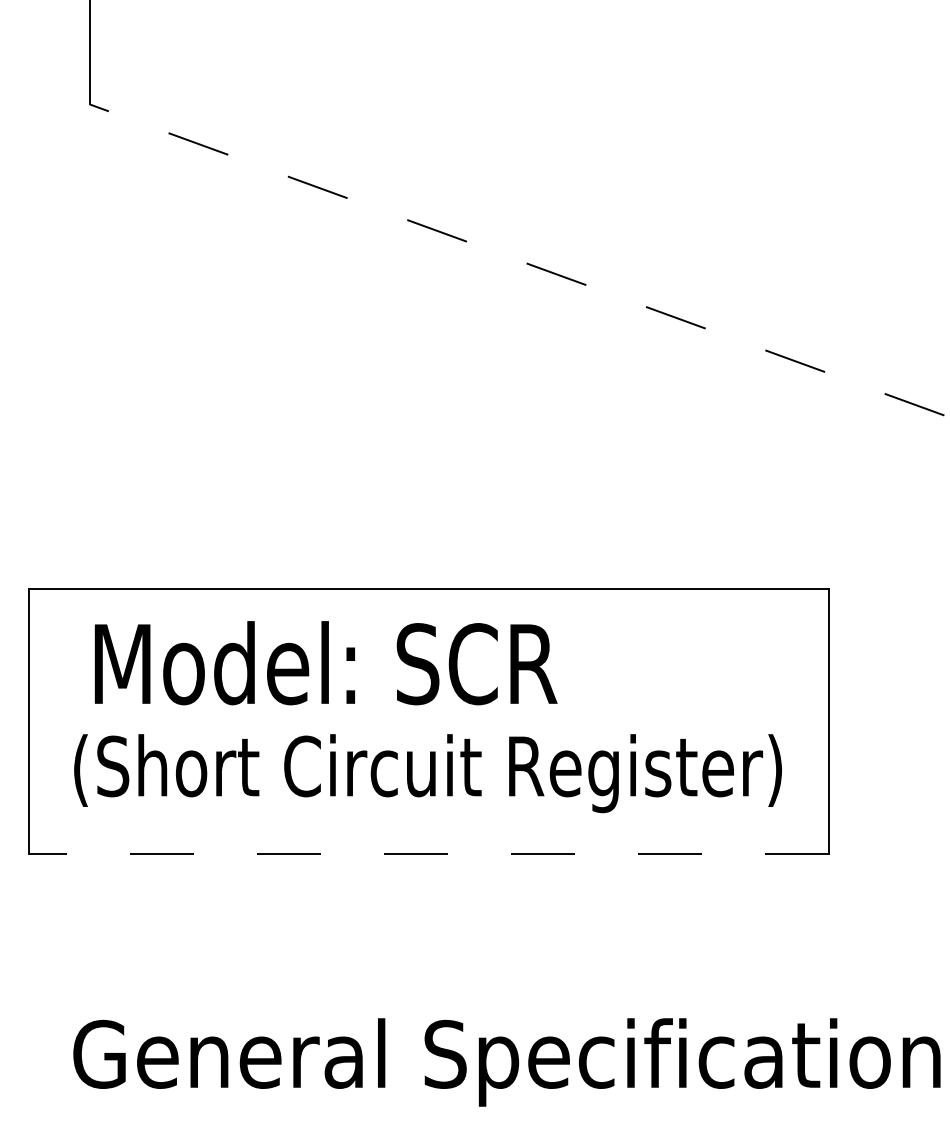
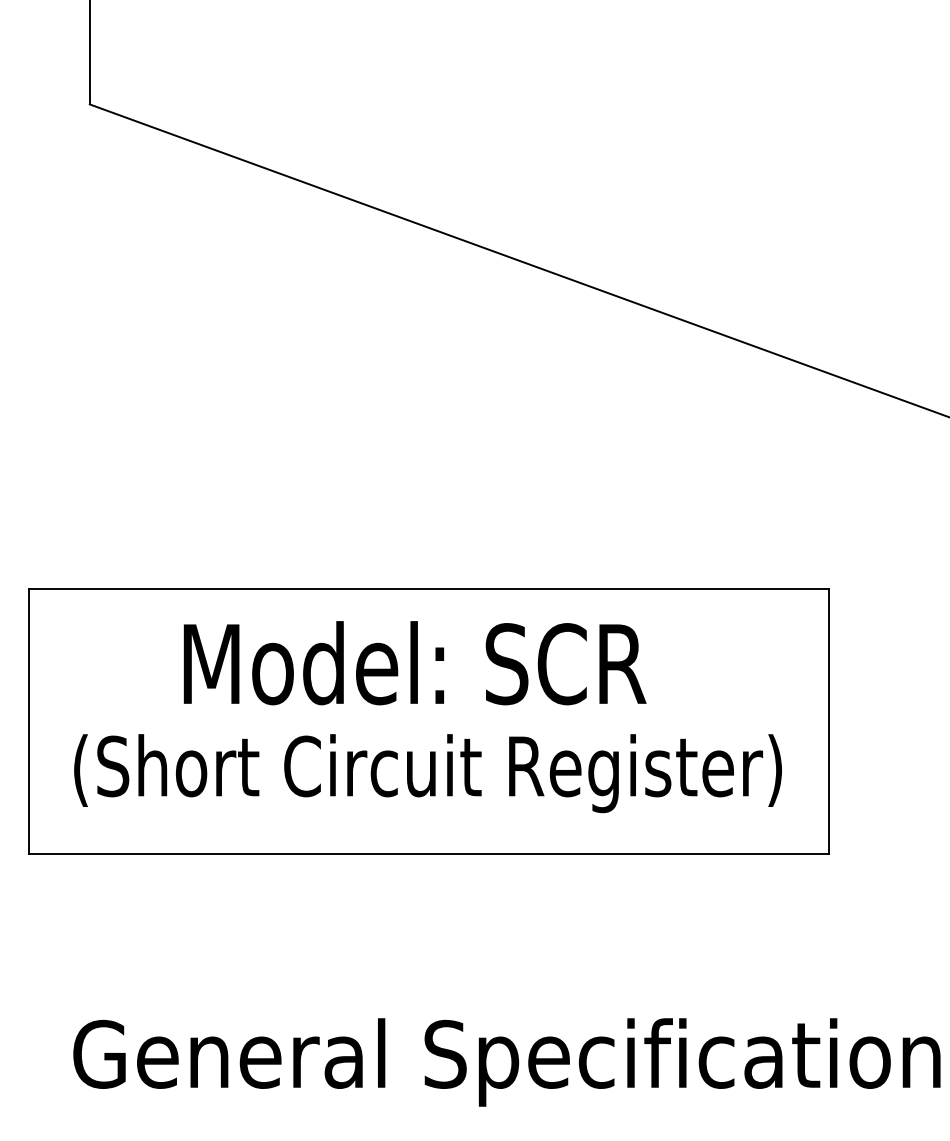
line at (519, 260): dashed -> solid
text at (325, 663) position: (325, 663) -> (414, 663)
line at (428, 853): dashed -> solid
